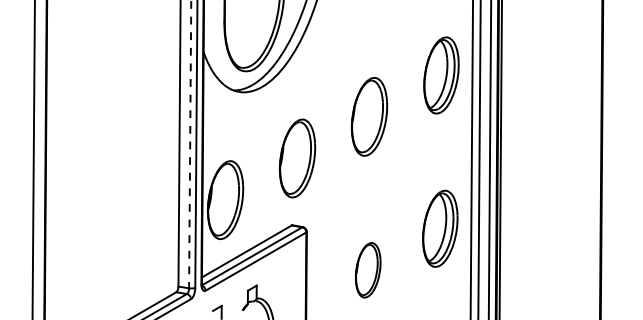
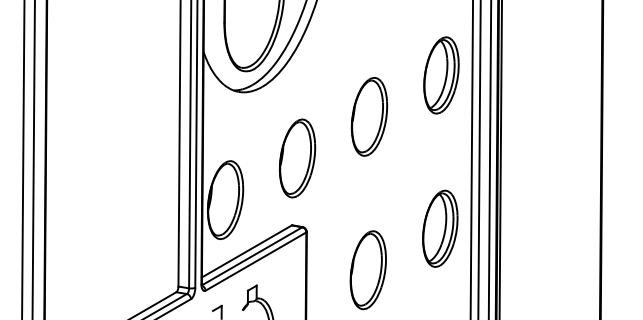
line at (190, 144): dashed -> solid
line at (23, 159): none -> present
part at (368, 270) size: 27x57 px -> 38x81 px
